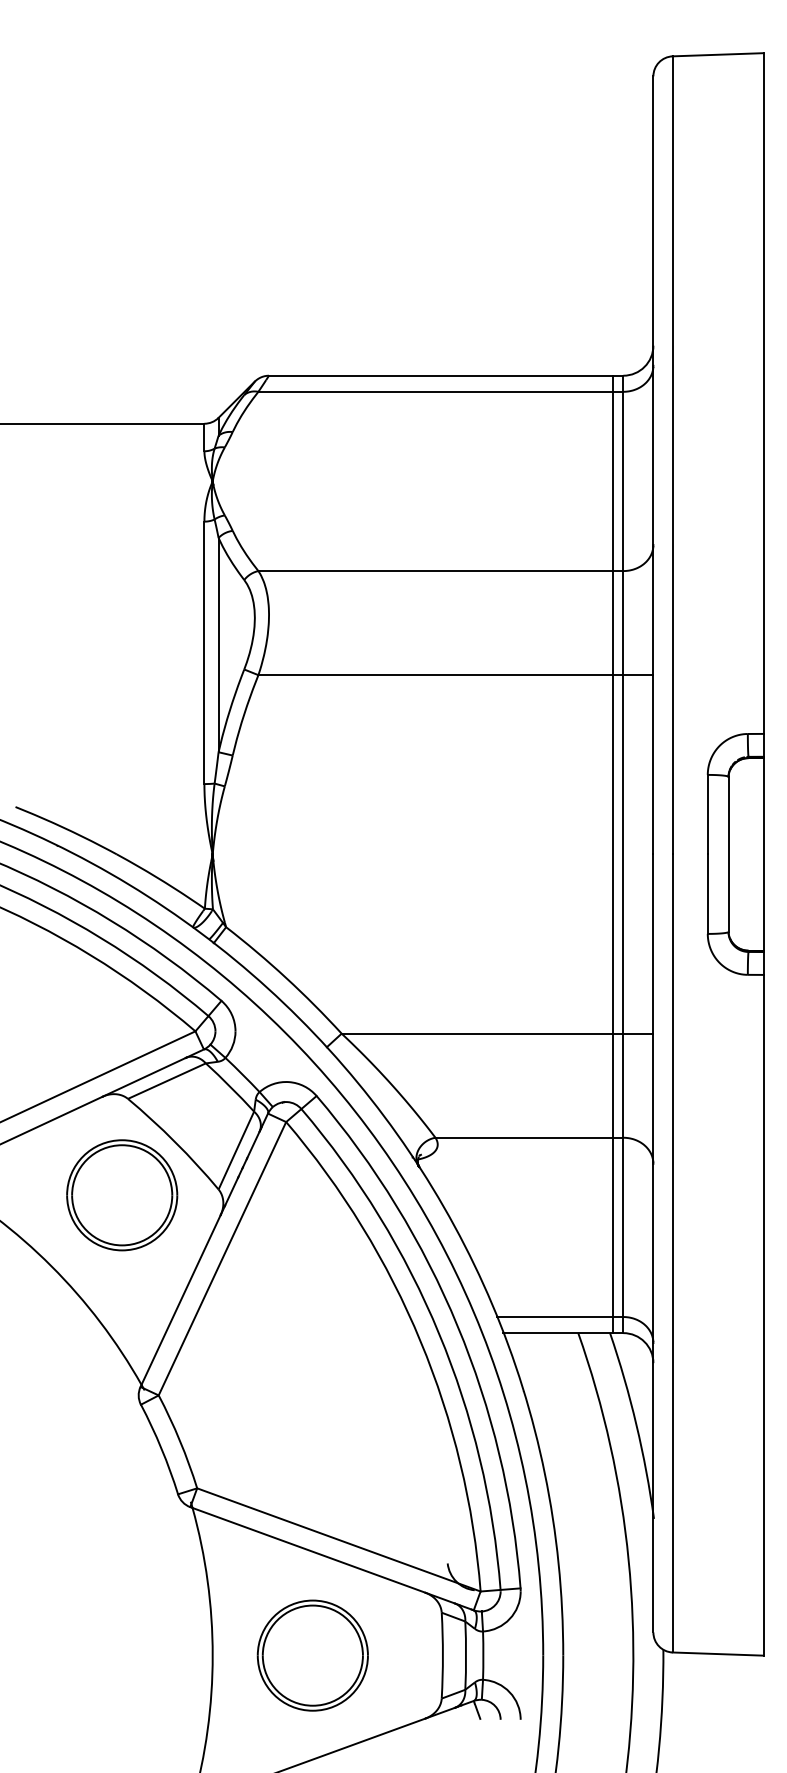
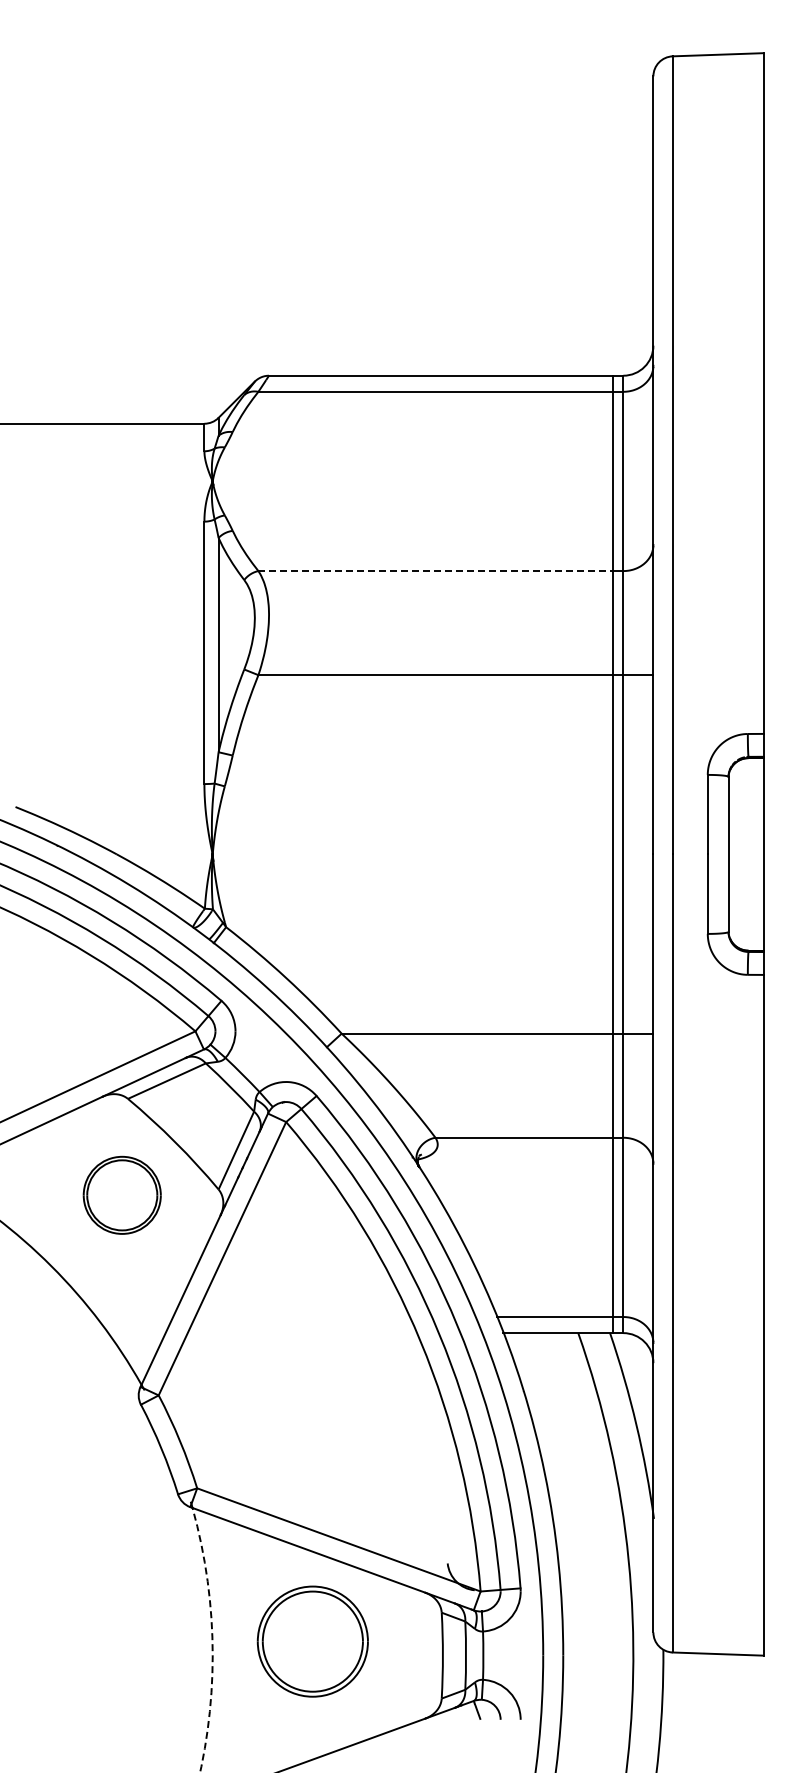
line at (436, 571): solid -> dashed
part at (122, 1195) size: 113x113 px -> 80x80 px
arc at (212, 1639): solid -> dashed
part at (312, 1655) position: (312, 1655) -> (312, 1641)
